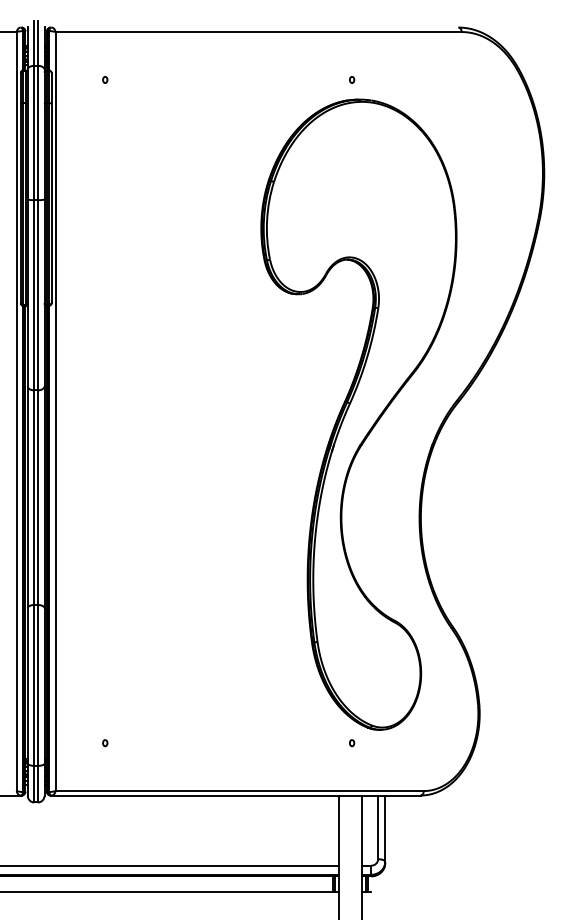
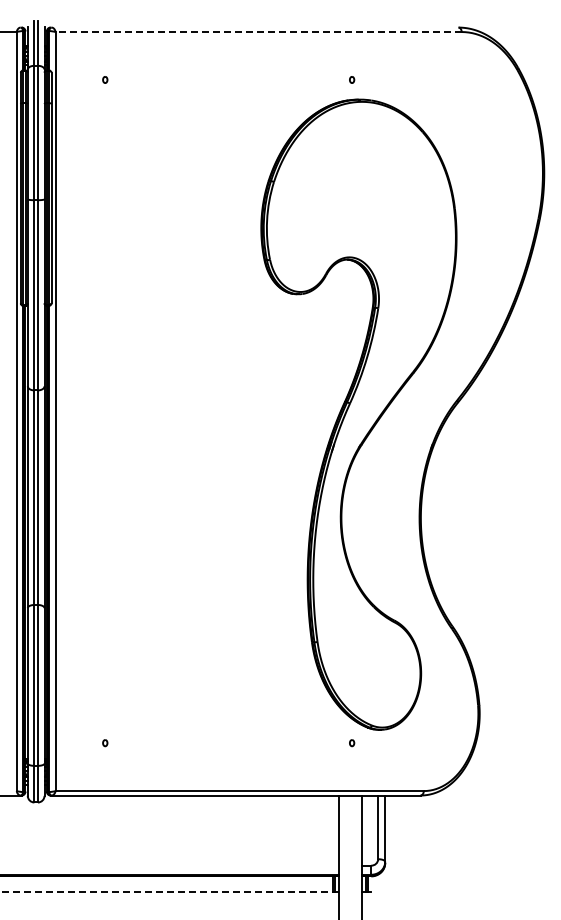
line at (258, 32): solid -> dashed
line at (170, 865): present -> none
line at (169, 892): solid -> dashed
